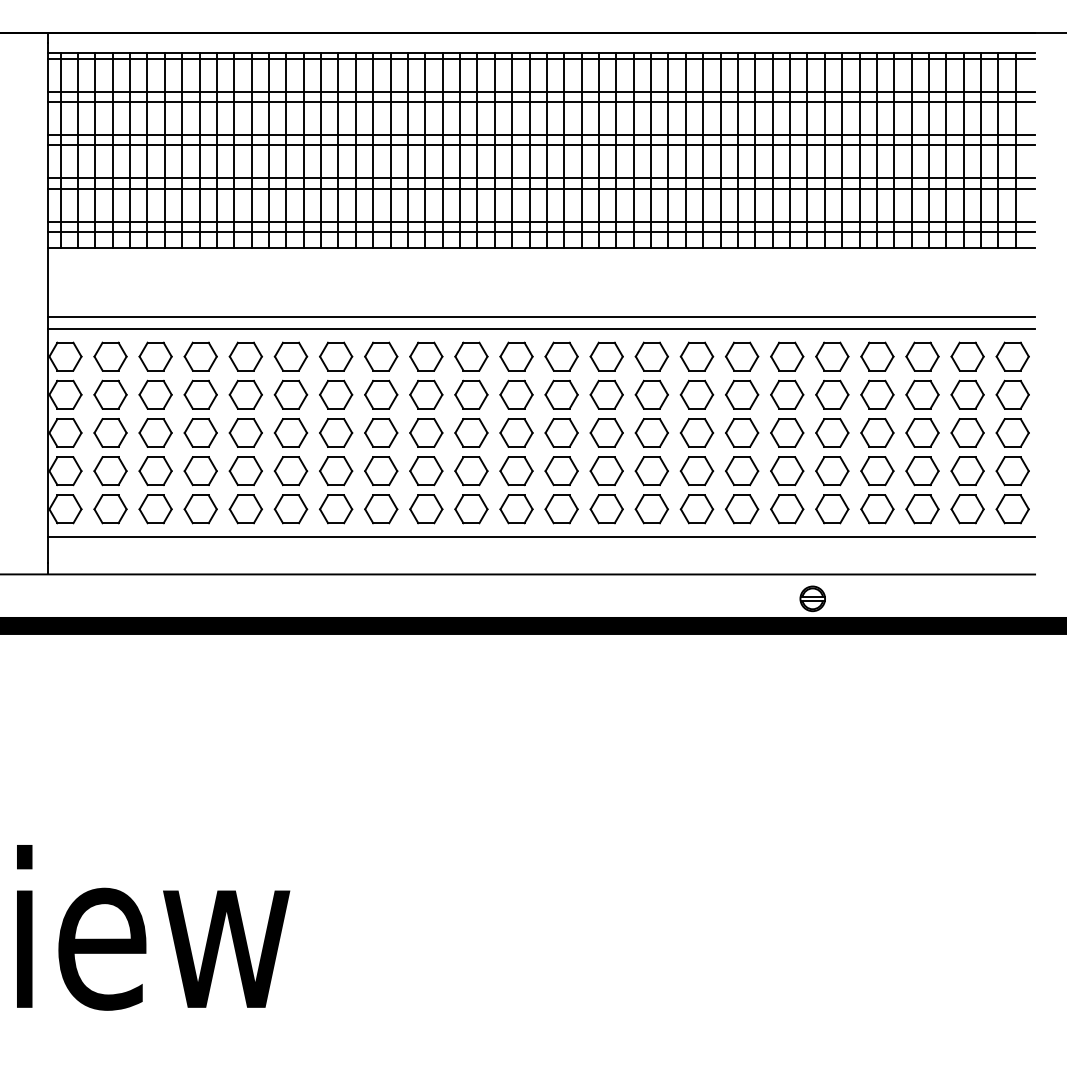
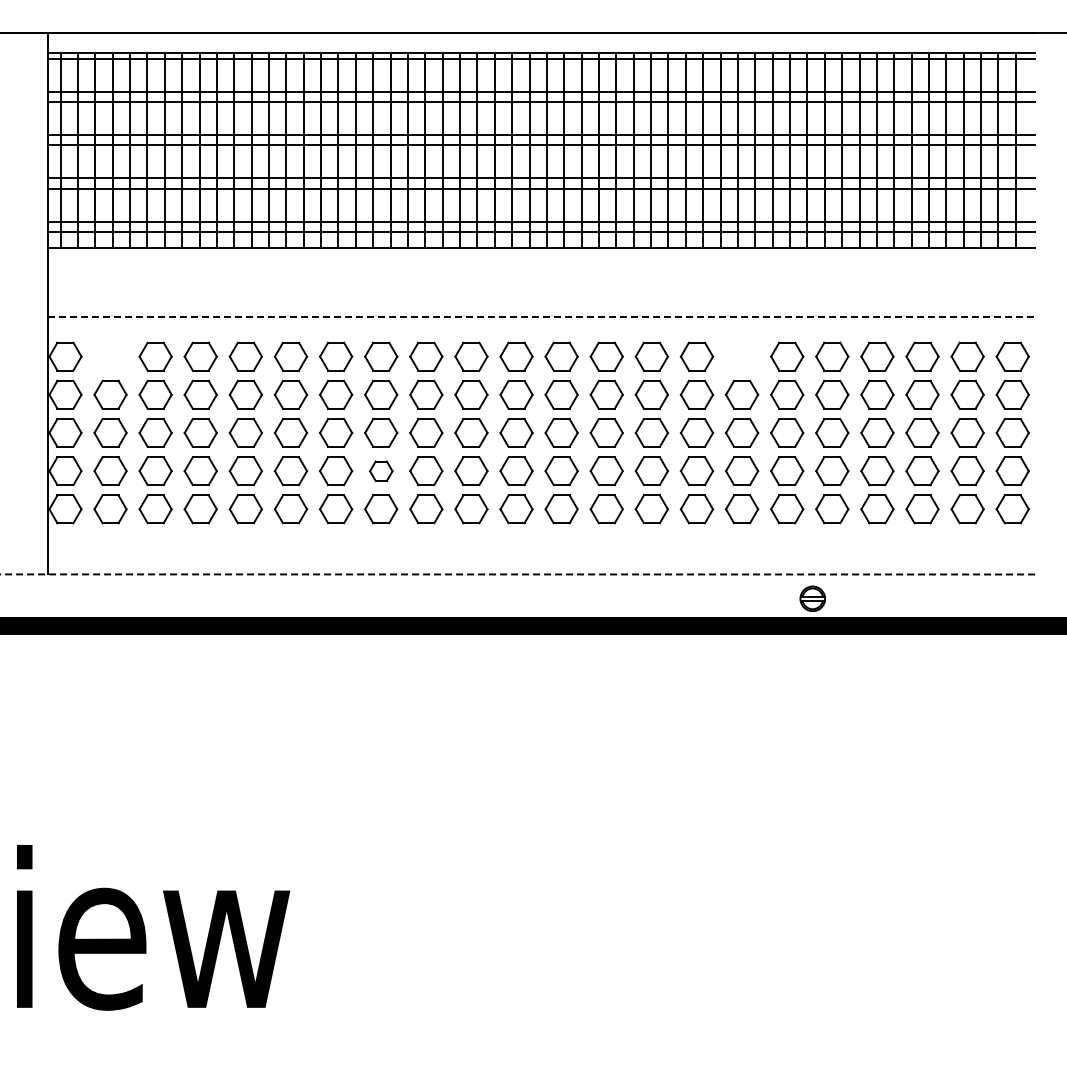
line at (542, 317): solid -> dashed
line at (541, 328): present -> none
part at (110, 356): present -> none
part at (742, 356): present -> none
part at (381, 471) size: 35x31 px -> 25x22 px
line at (541, 537): present -> none
line at (517, 574): solid -> dashed
